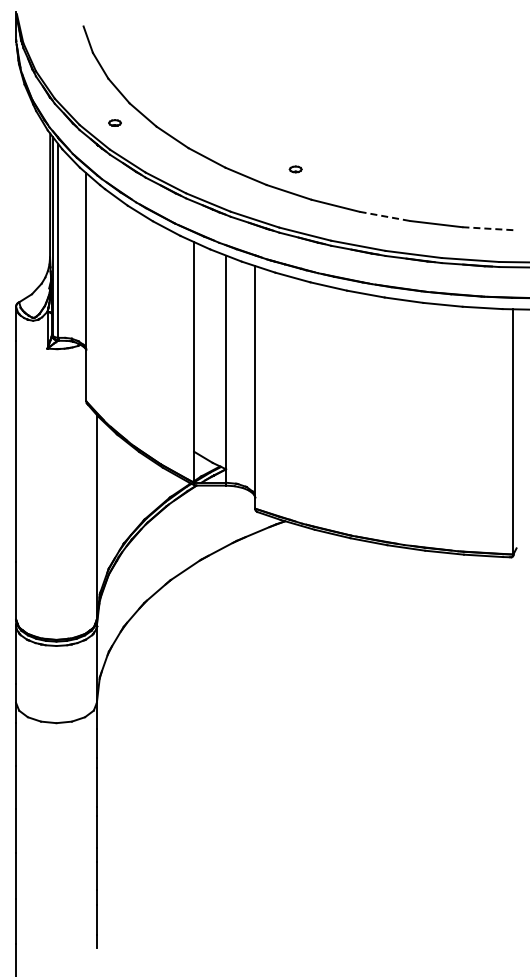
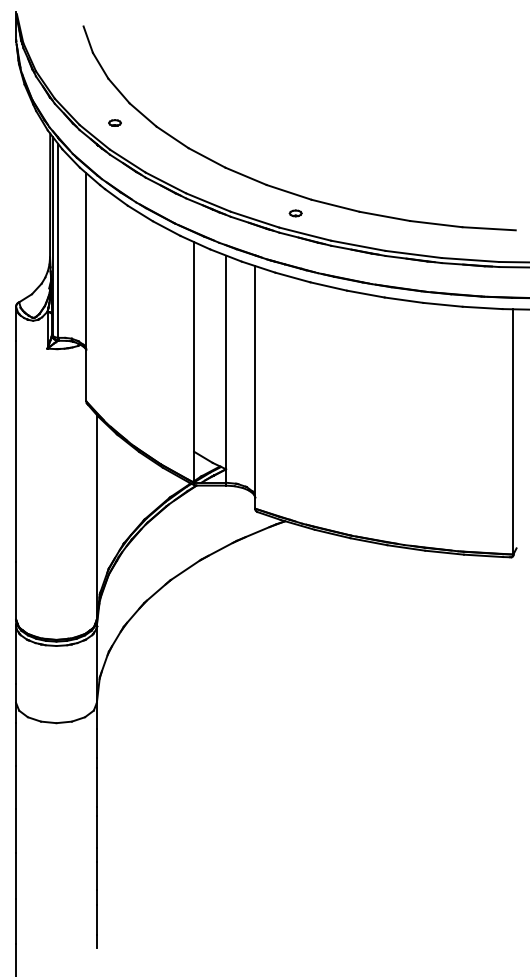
part at (295, 169) position: (295, 169) -> (295, 213)
line at (384, 216): dashed -> solid
line at (489, 228): dashed -> solid
